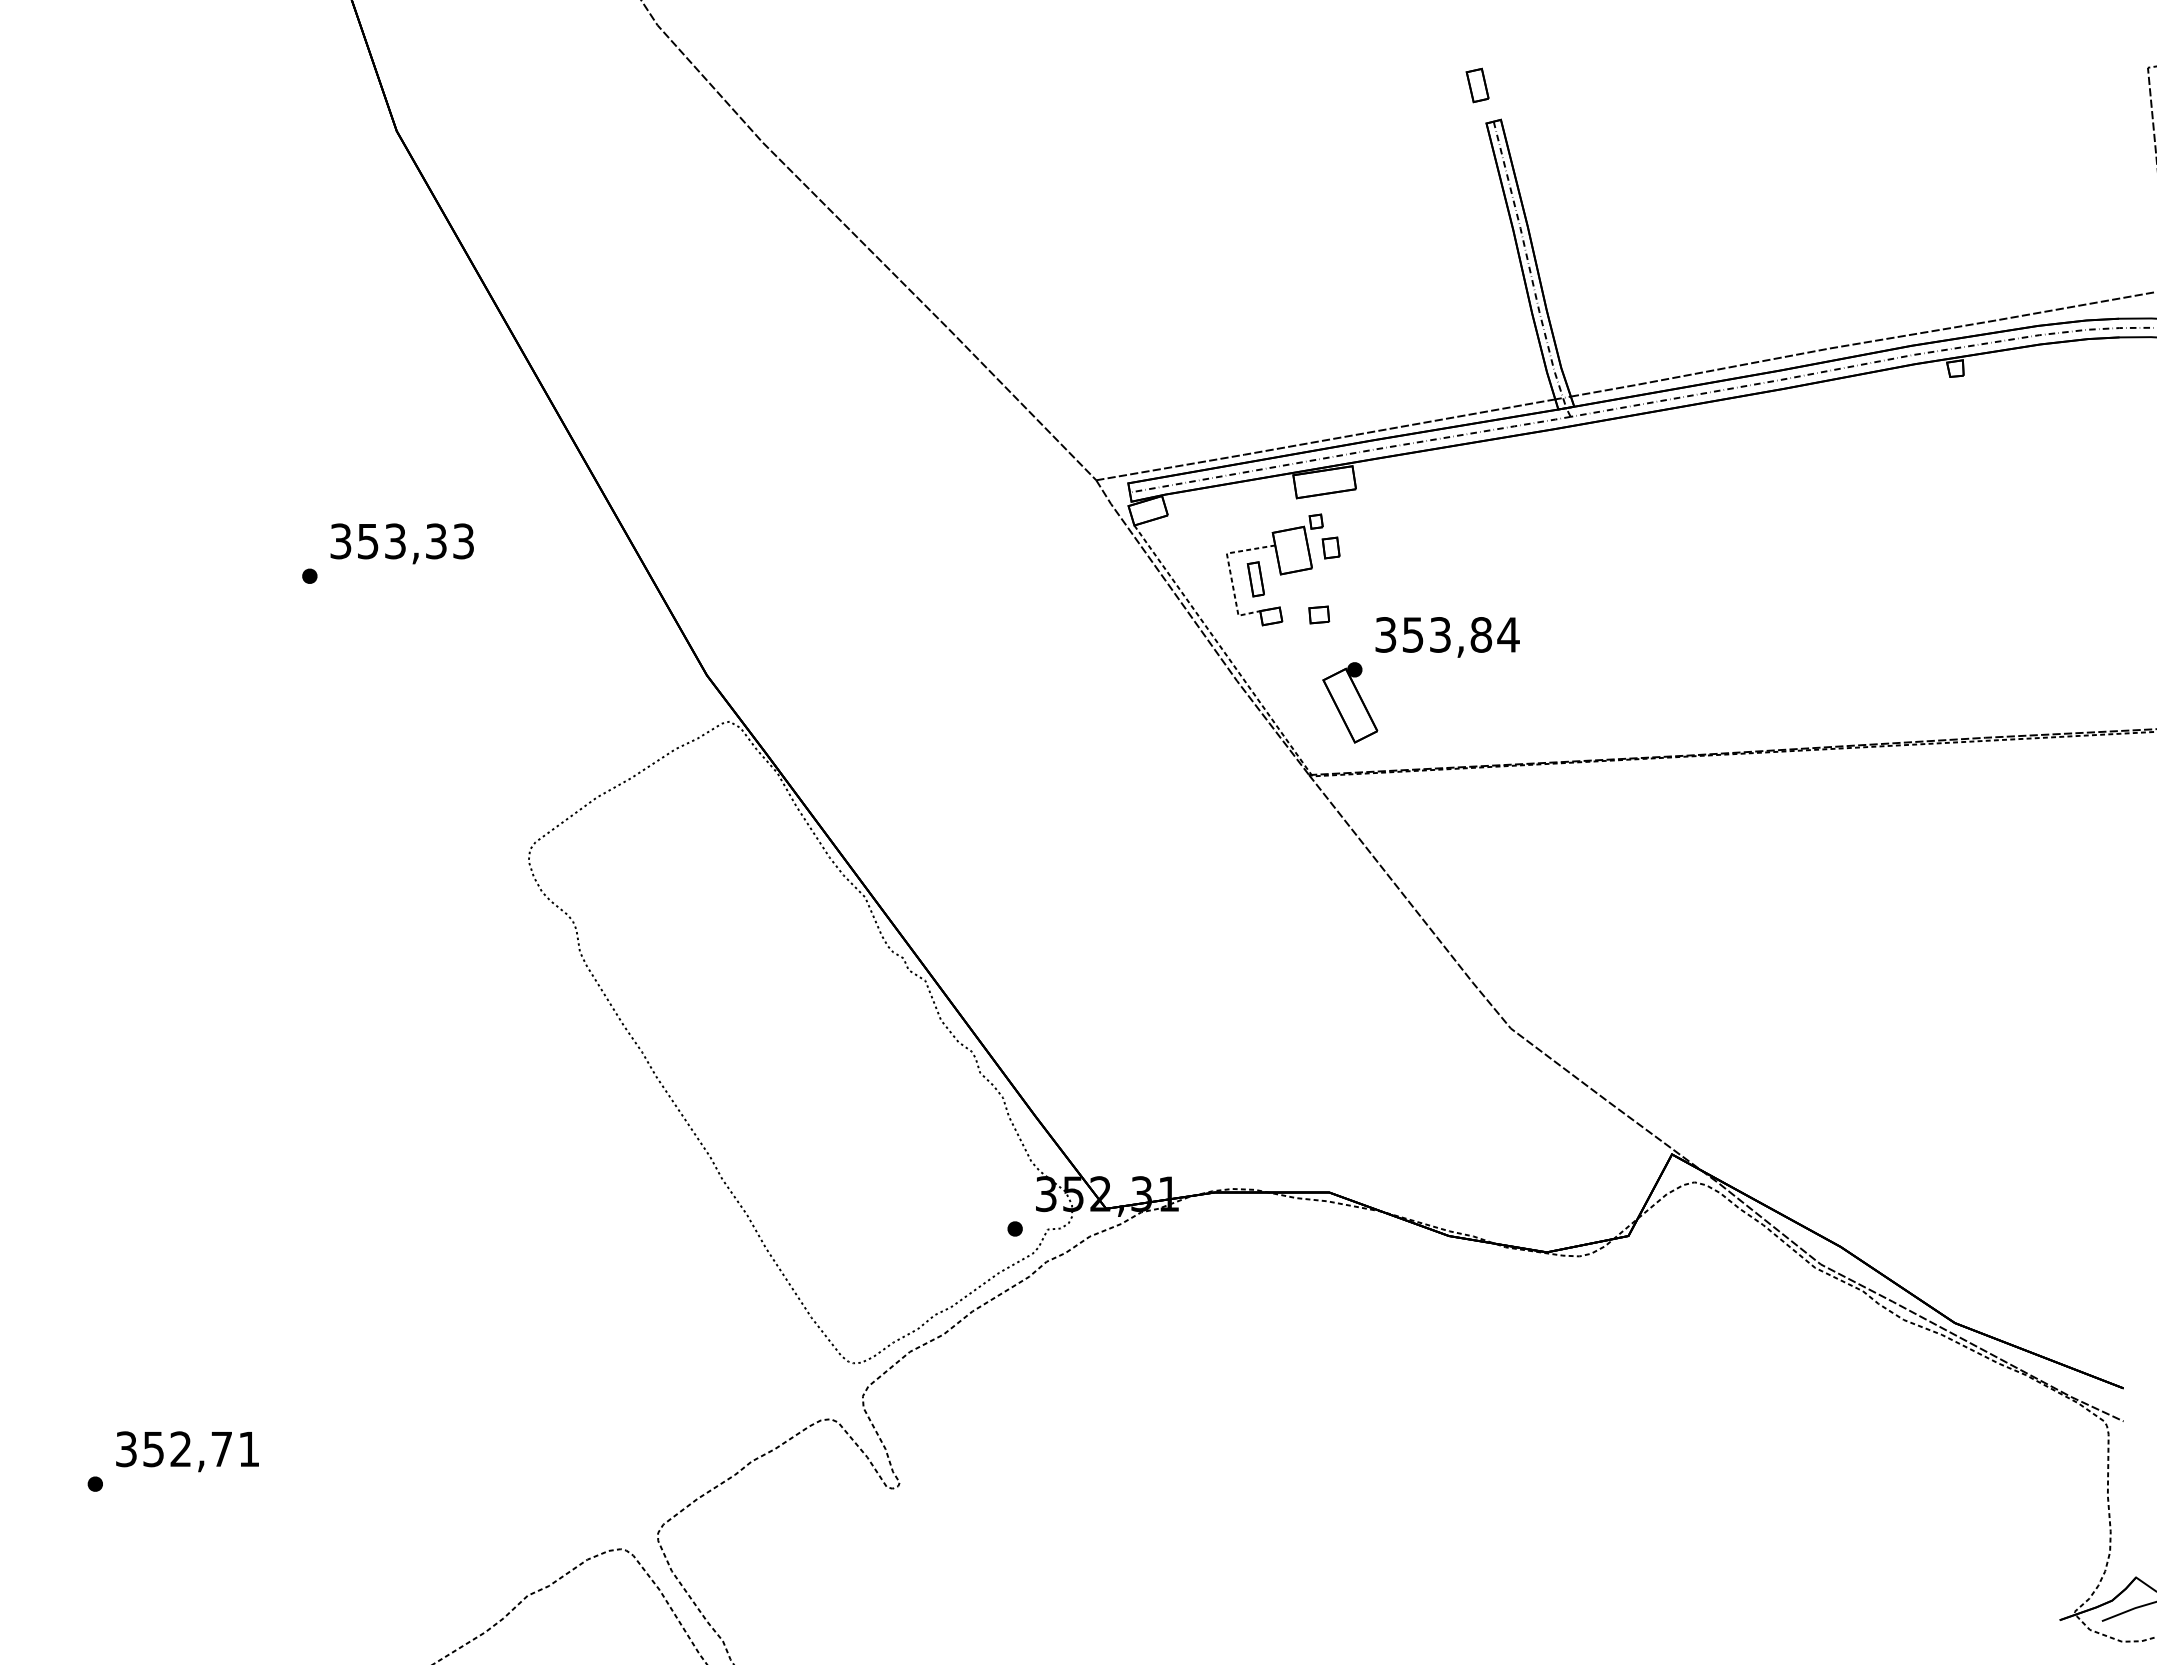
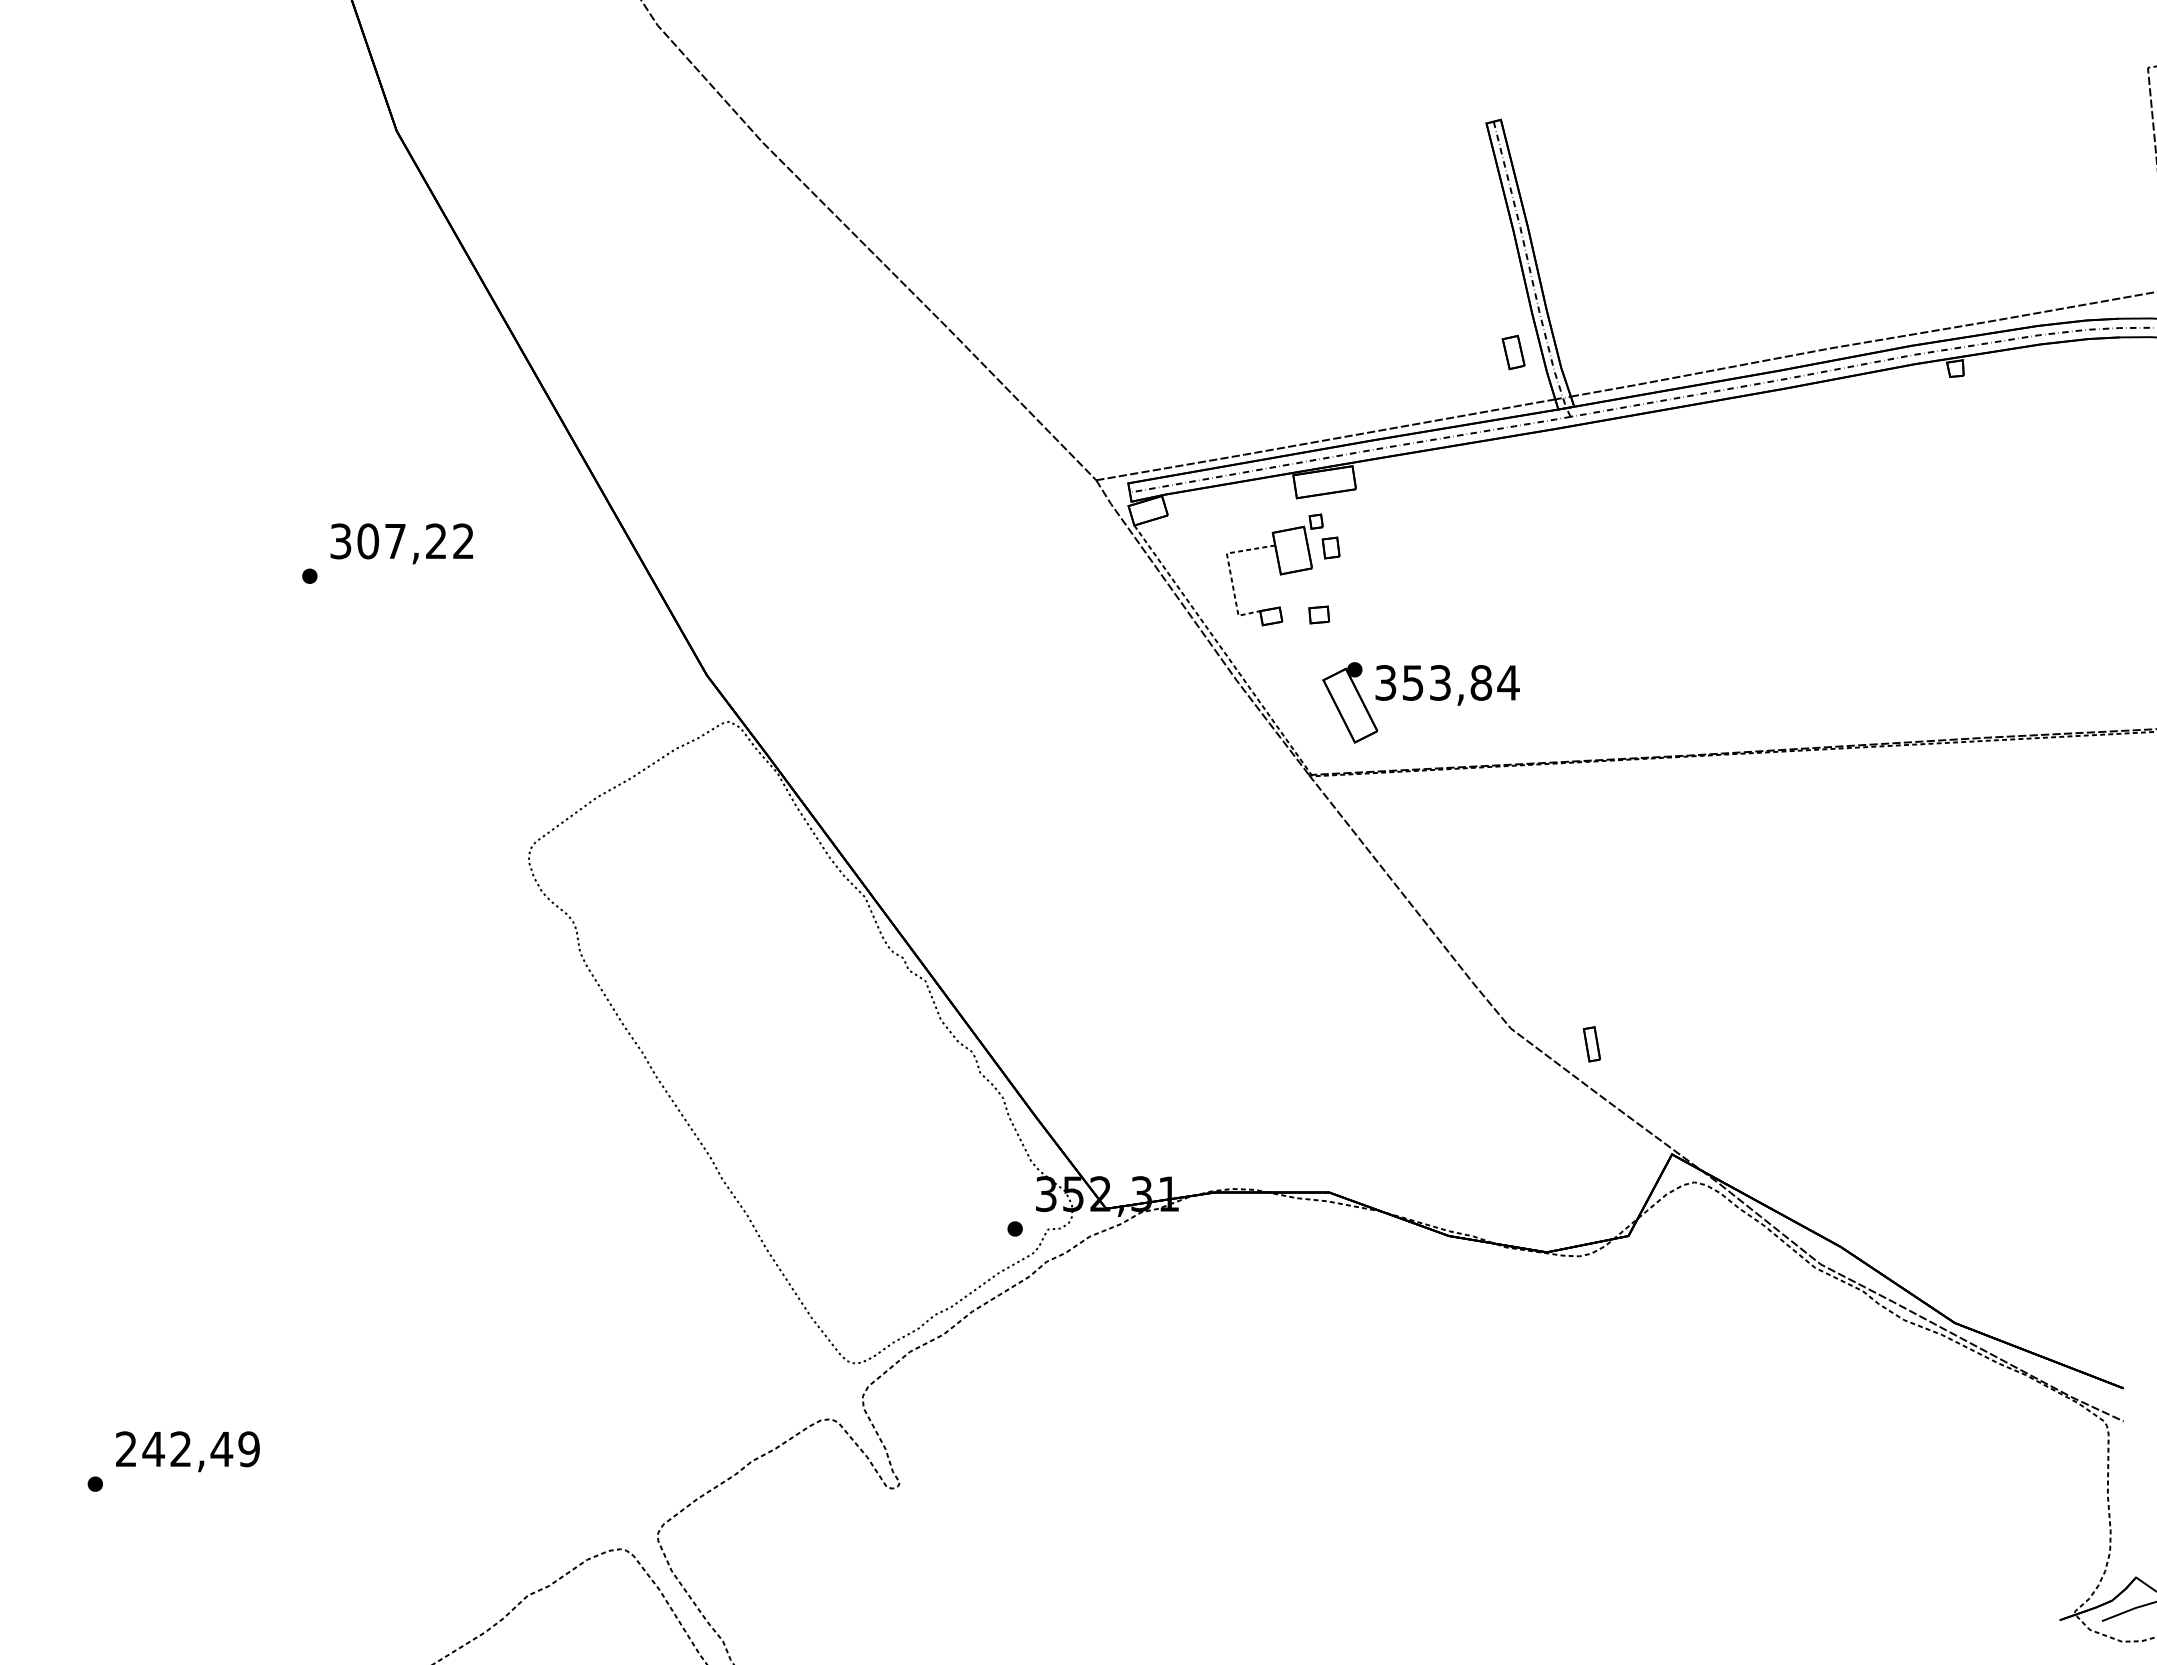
part at (1477, 85) position: (1477, 85) -> (1513, 352)
text at (415, 541): 353,33 -> 307,22
part at (1255, 579) position: (1255, 579) -> (1591, 1044)
text at (1447, 637) position: (1447, 637) -> (1447, 685)
text at (187, 1449): 352,71 -> 242,49
